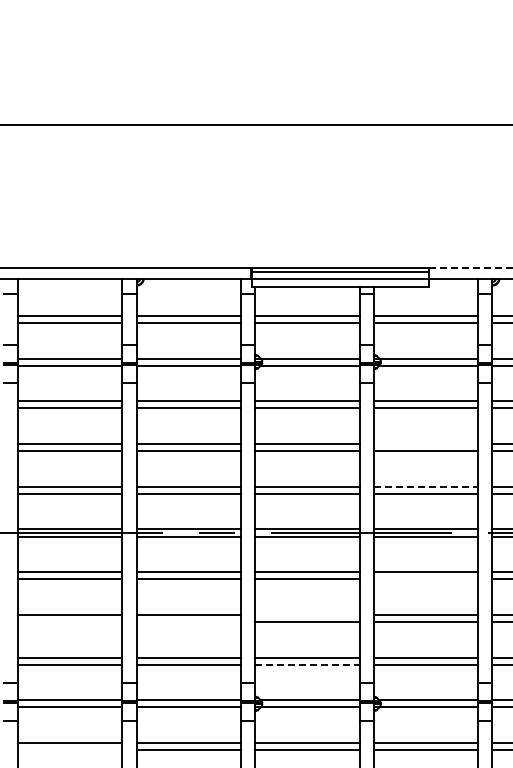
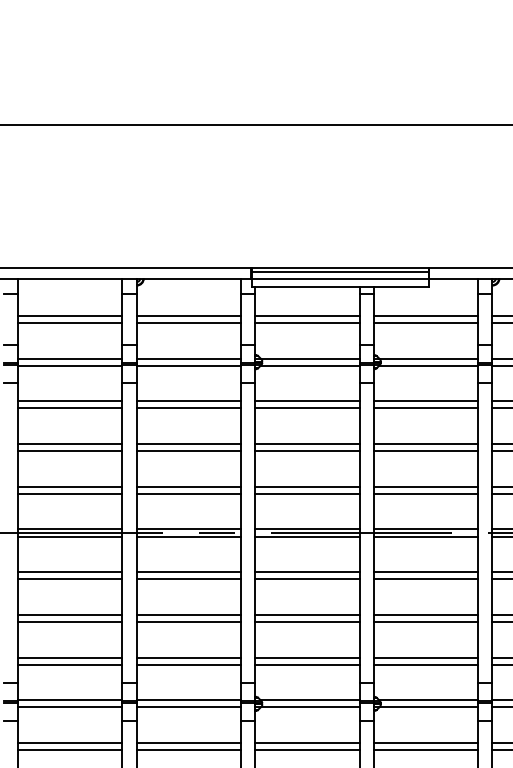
line at (471, 267): dashed -> solid
line at (425, 444): none -> present
line at (426, 486): dashed -> solid
line at (425, 579): none -> present
line at (307, 614): none -> present
line at (70, 622): none -> present
line at (188, 622): none -> present
line at (307, 664): dashed -> solid
line at (70, 750): none -> present
